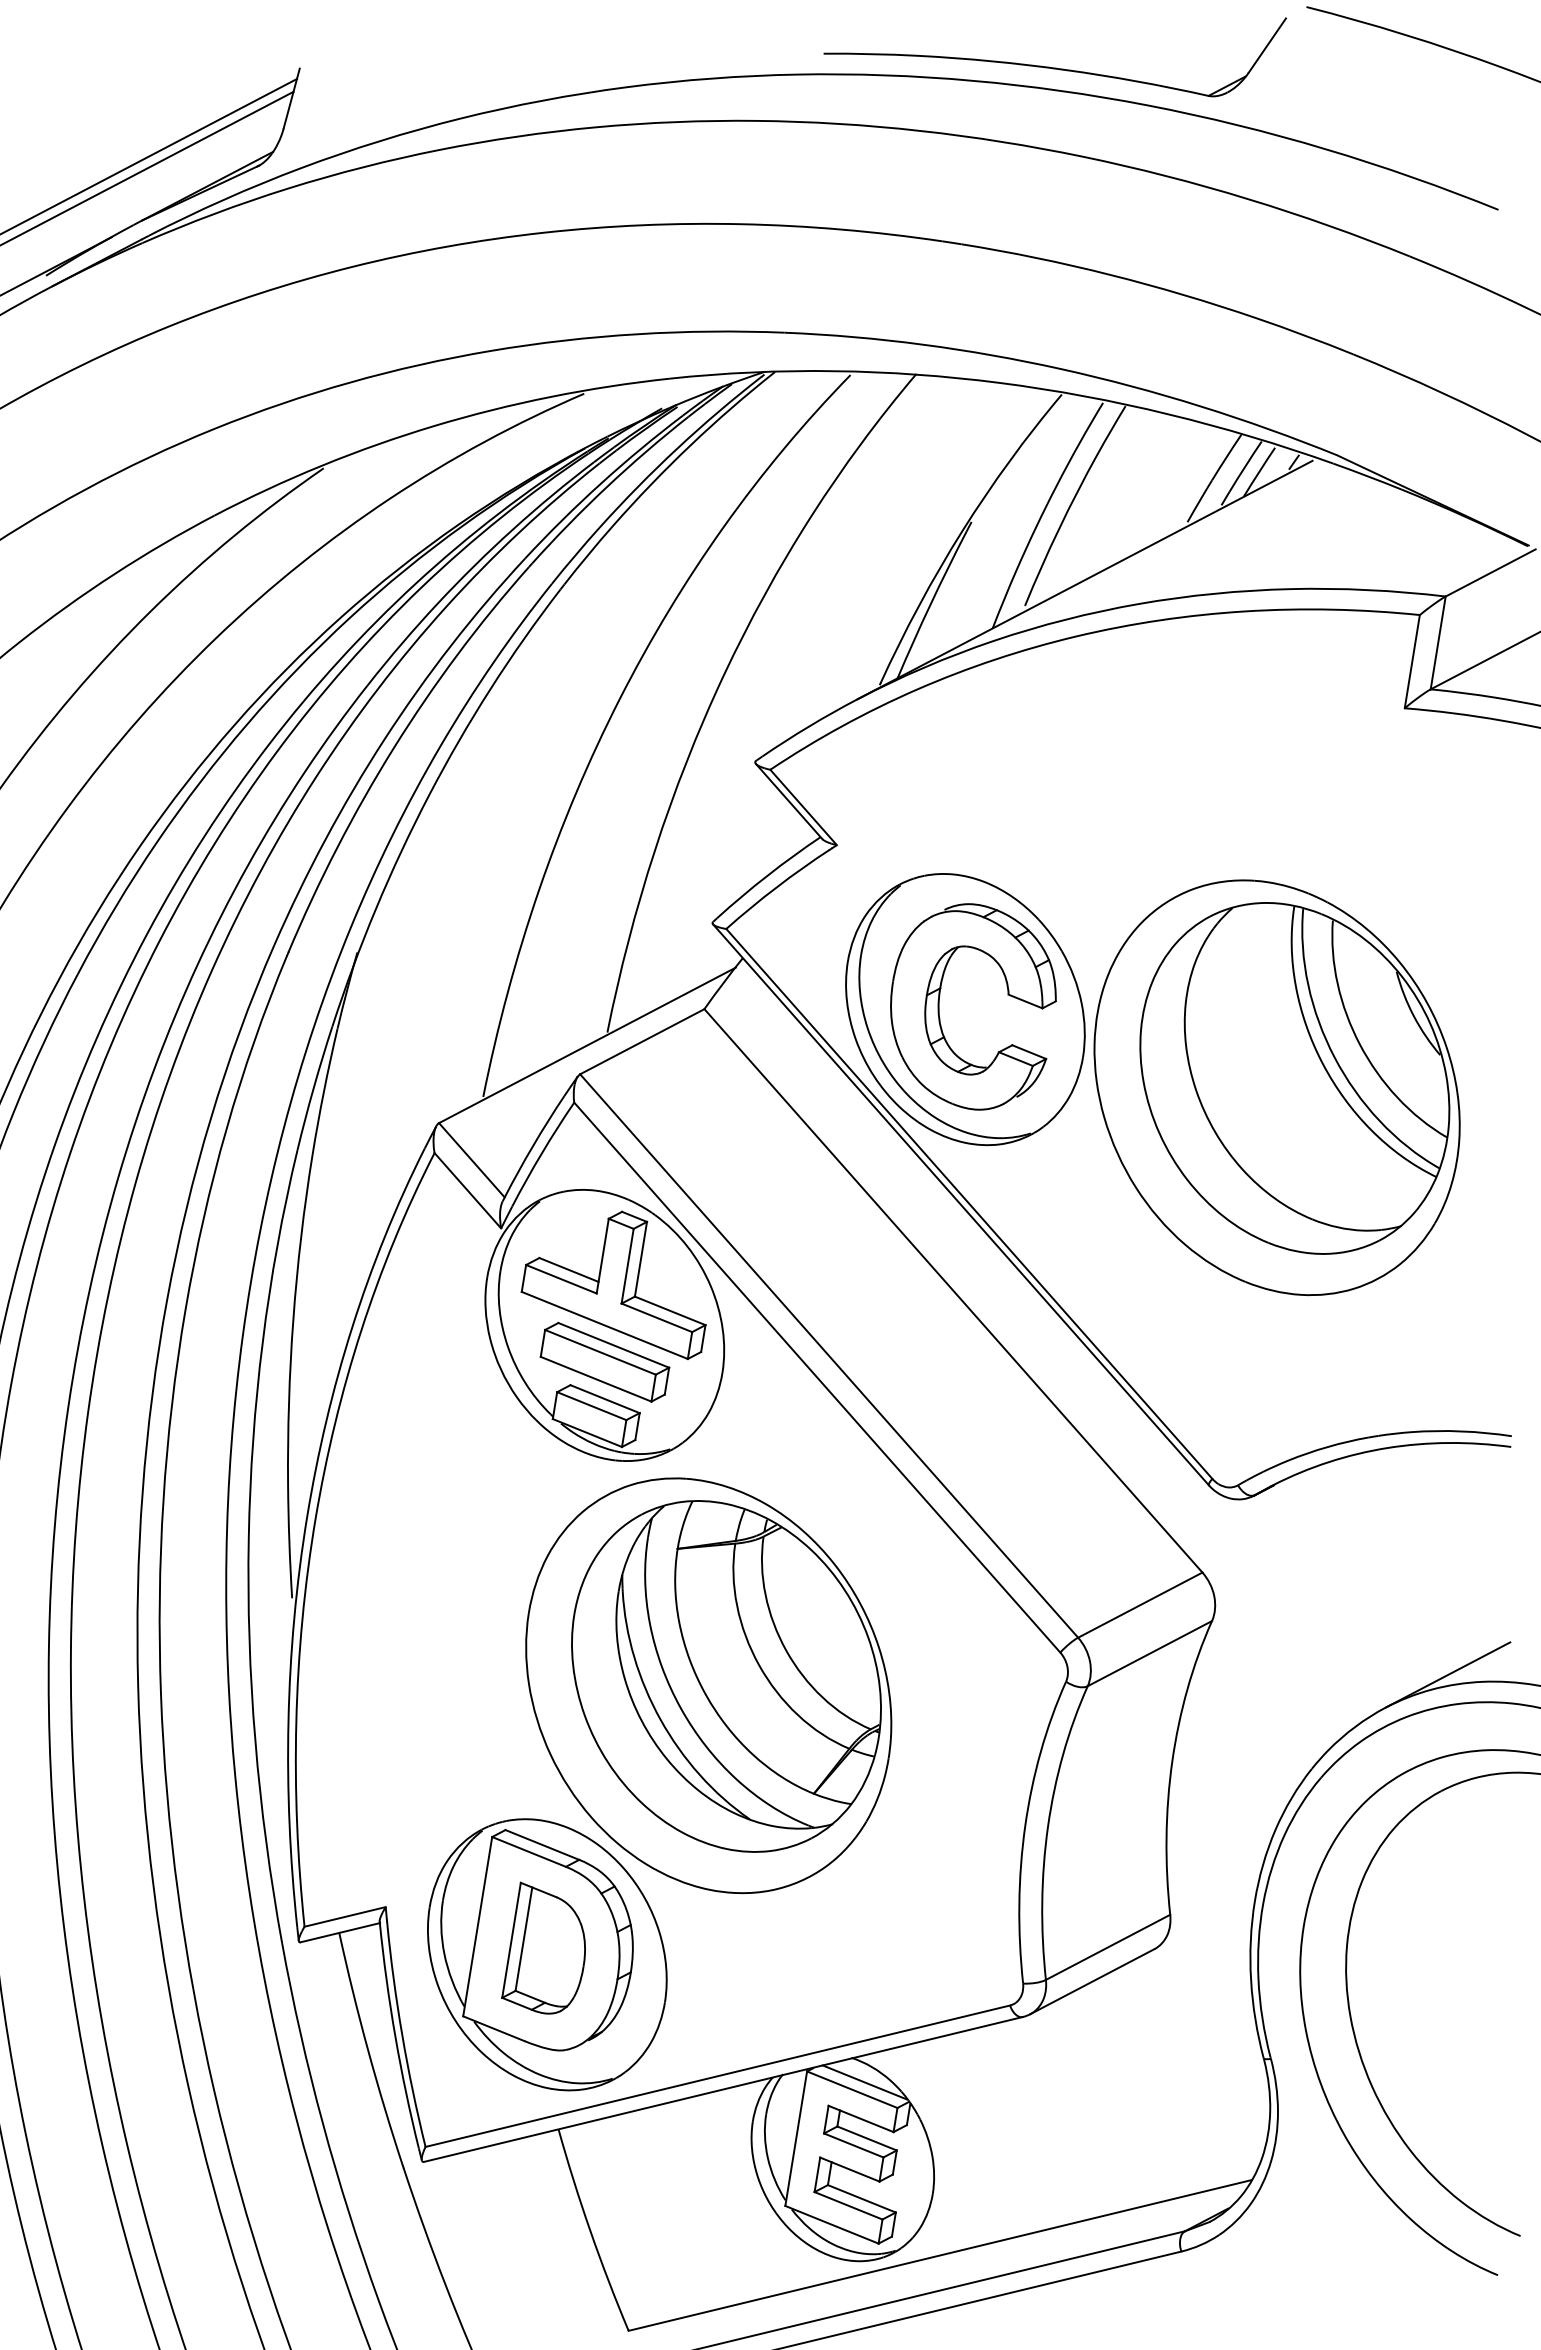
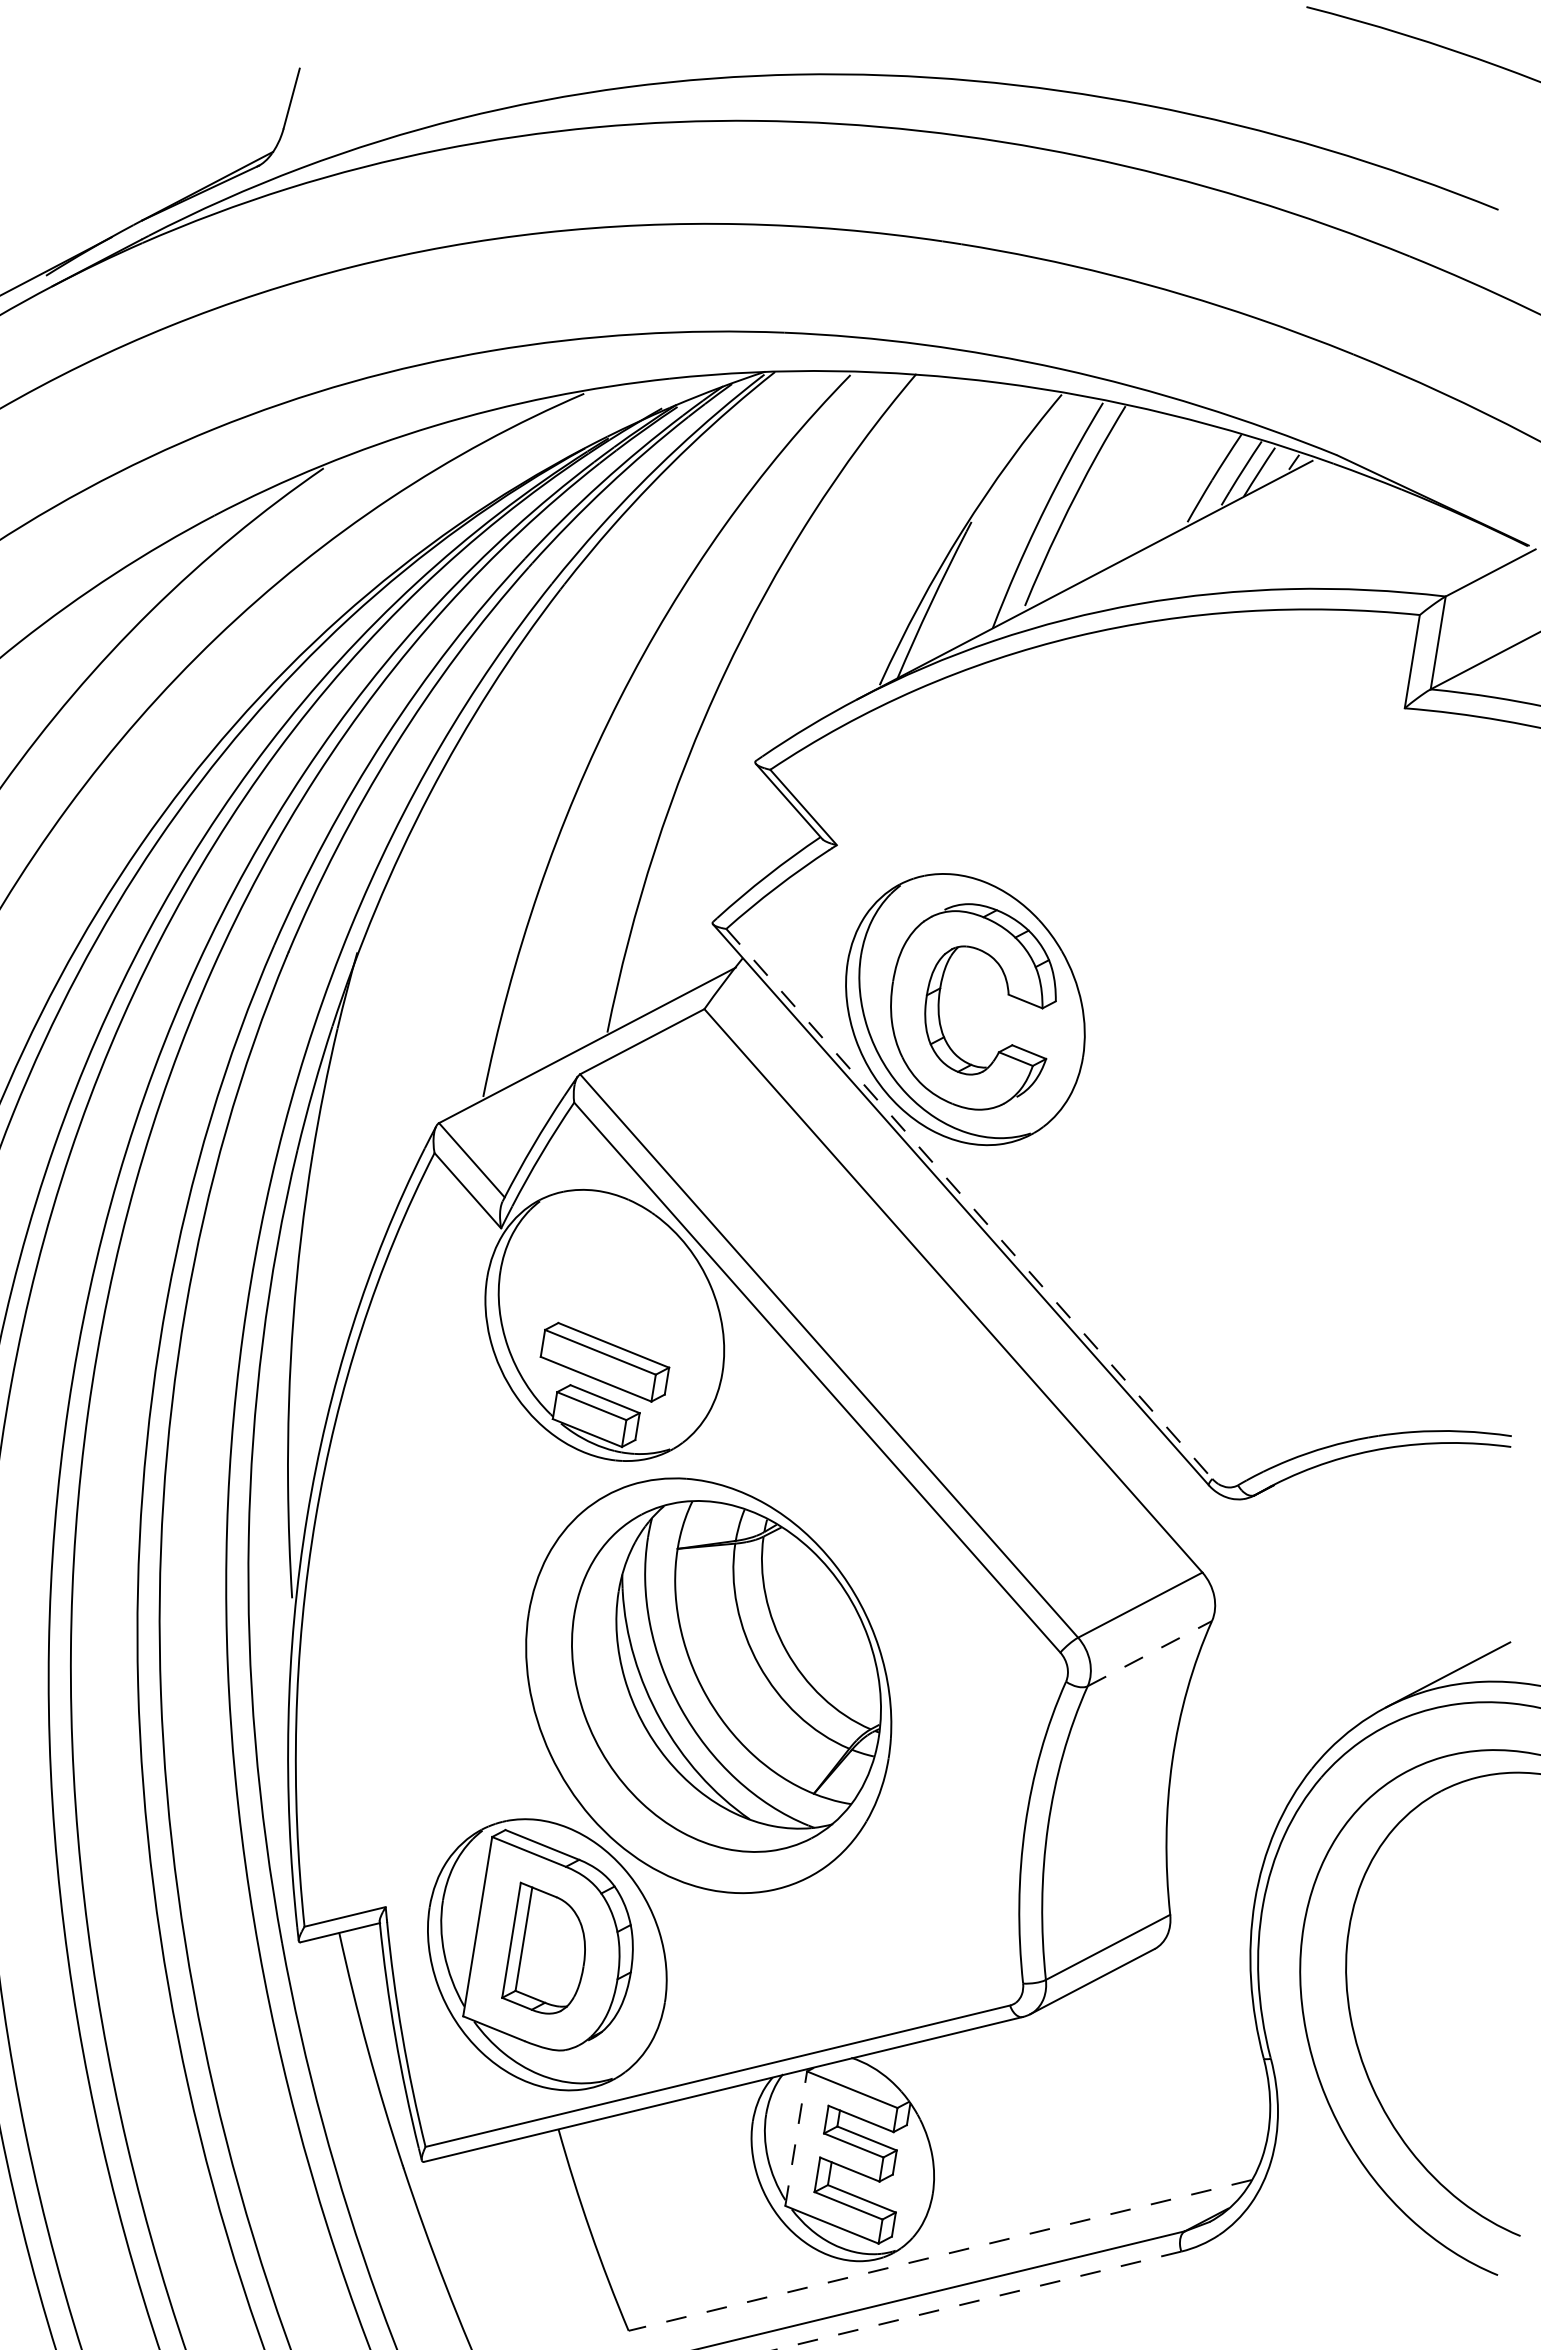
part at (1054, 67): present -> none
line at (149, 156): present -> none
line at (147, 167): present -> none
part at (1276, 1087): present -> none
line at (969, 1203): solid -> dashed
part at (613, 1284): present -> none
line at (1150, 1653): solid -> dashed
line at (864, 2082): present -> none
line at (796, 2138): solid -> dashed
line at (940, 2255): solid -> dashed
line at (978, 2300): solid -> dashed
